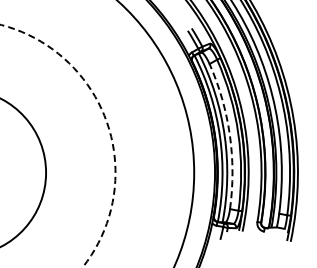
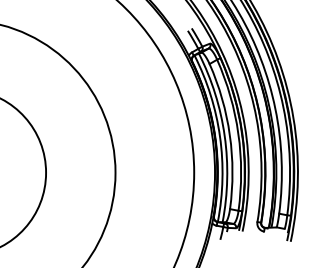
arc at (107, 122): dashed -> solid
arc at (229, 135): dashed -> solid
